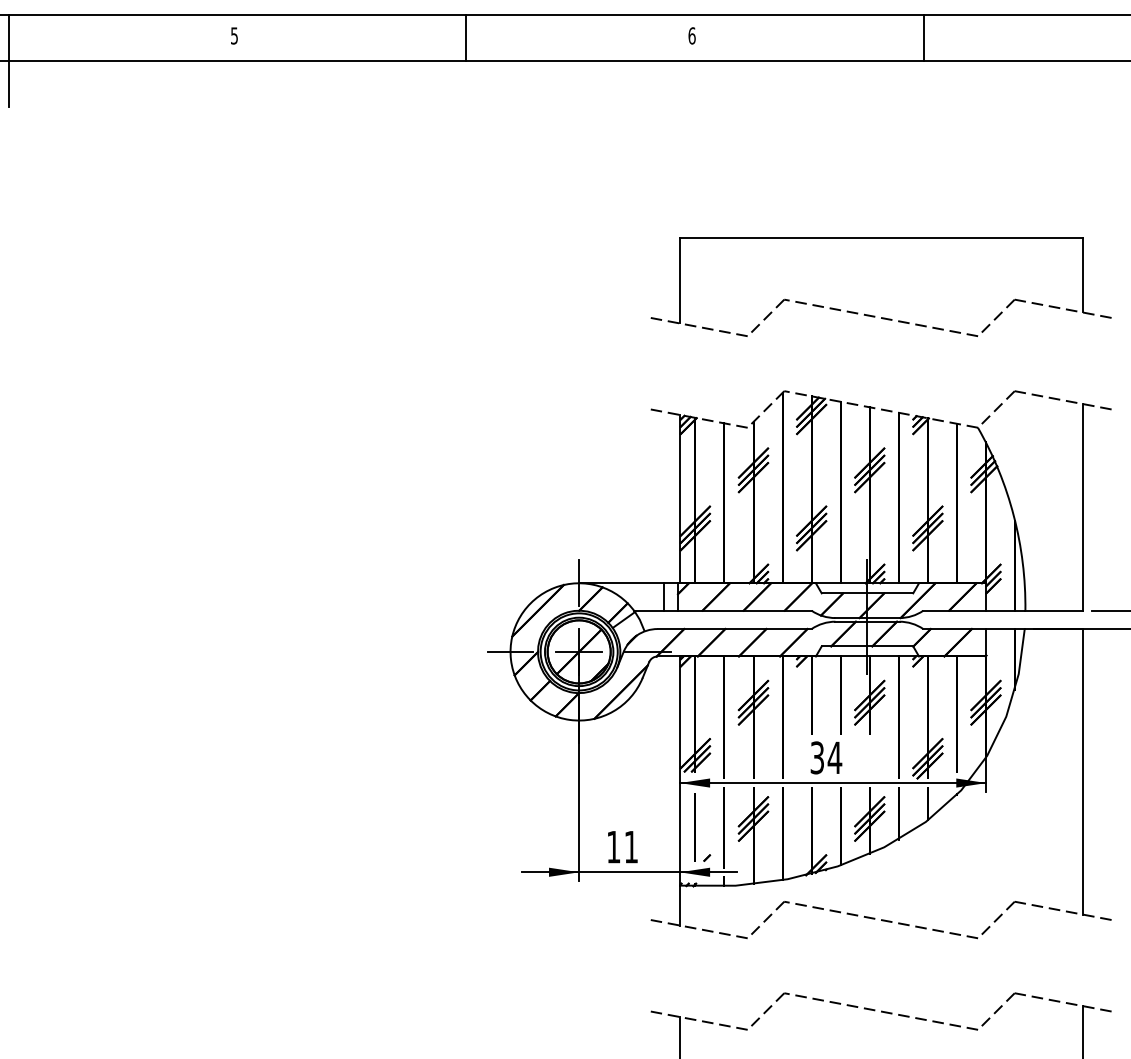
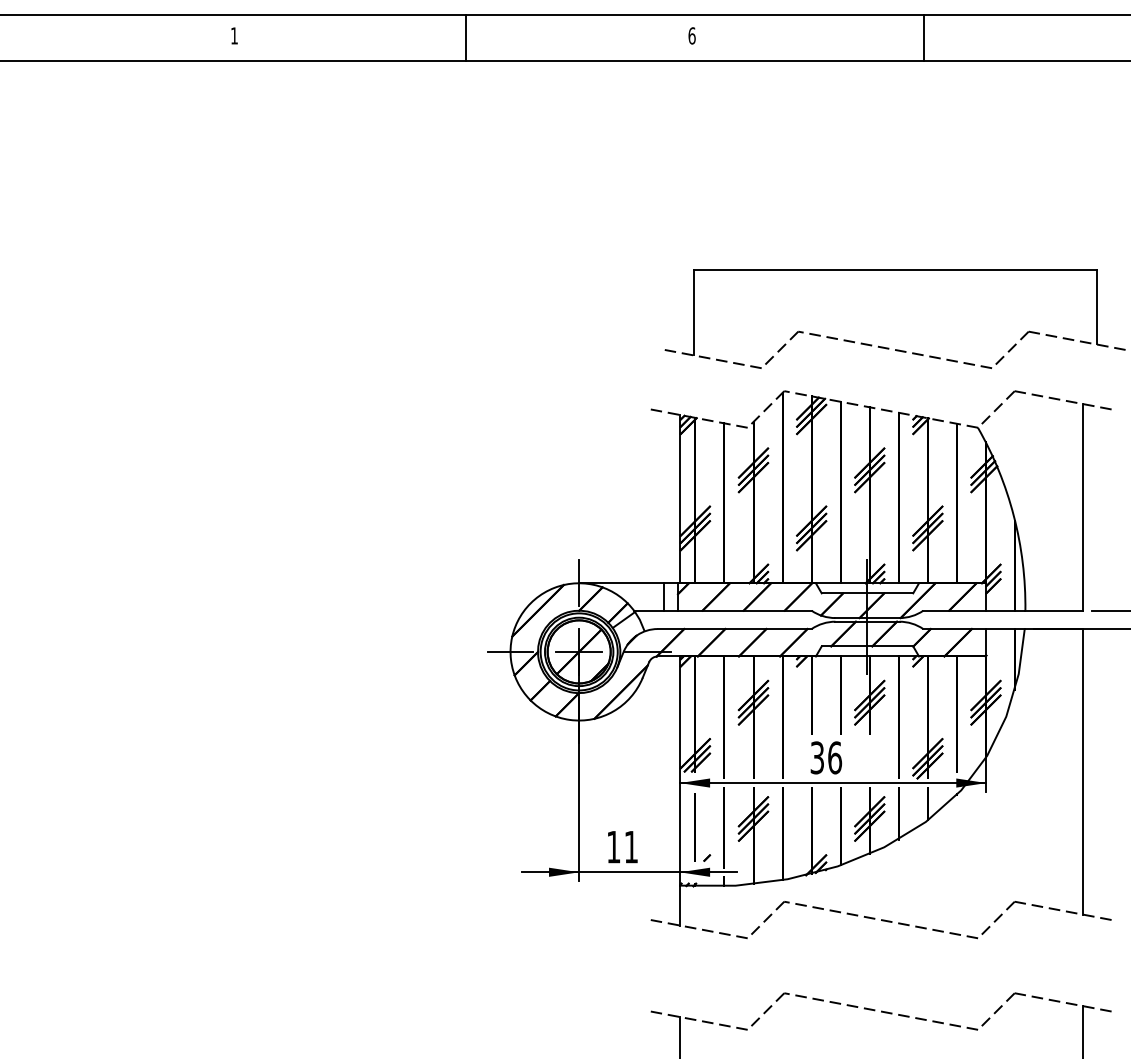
text at (234, 35): 5 -> 1
line at (8, 60): present -> none
part at (874, 315) position: (874, 315) -> (888, 347)
text at (834, 757): 34 -> 36
